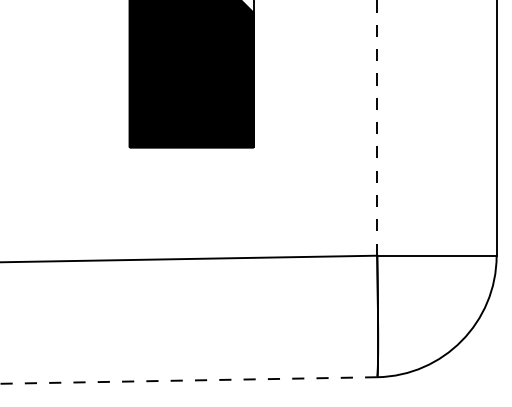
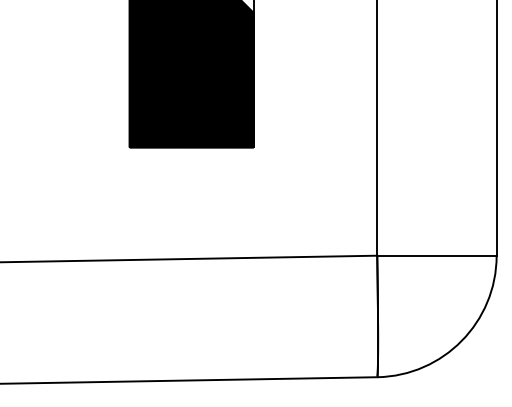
line at (377, 127): dashed -> solid
line at (188, 380): dashed -> solid
